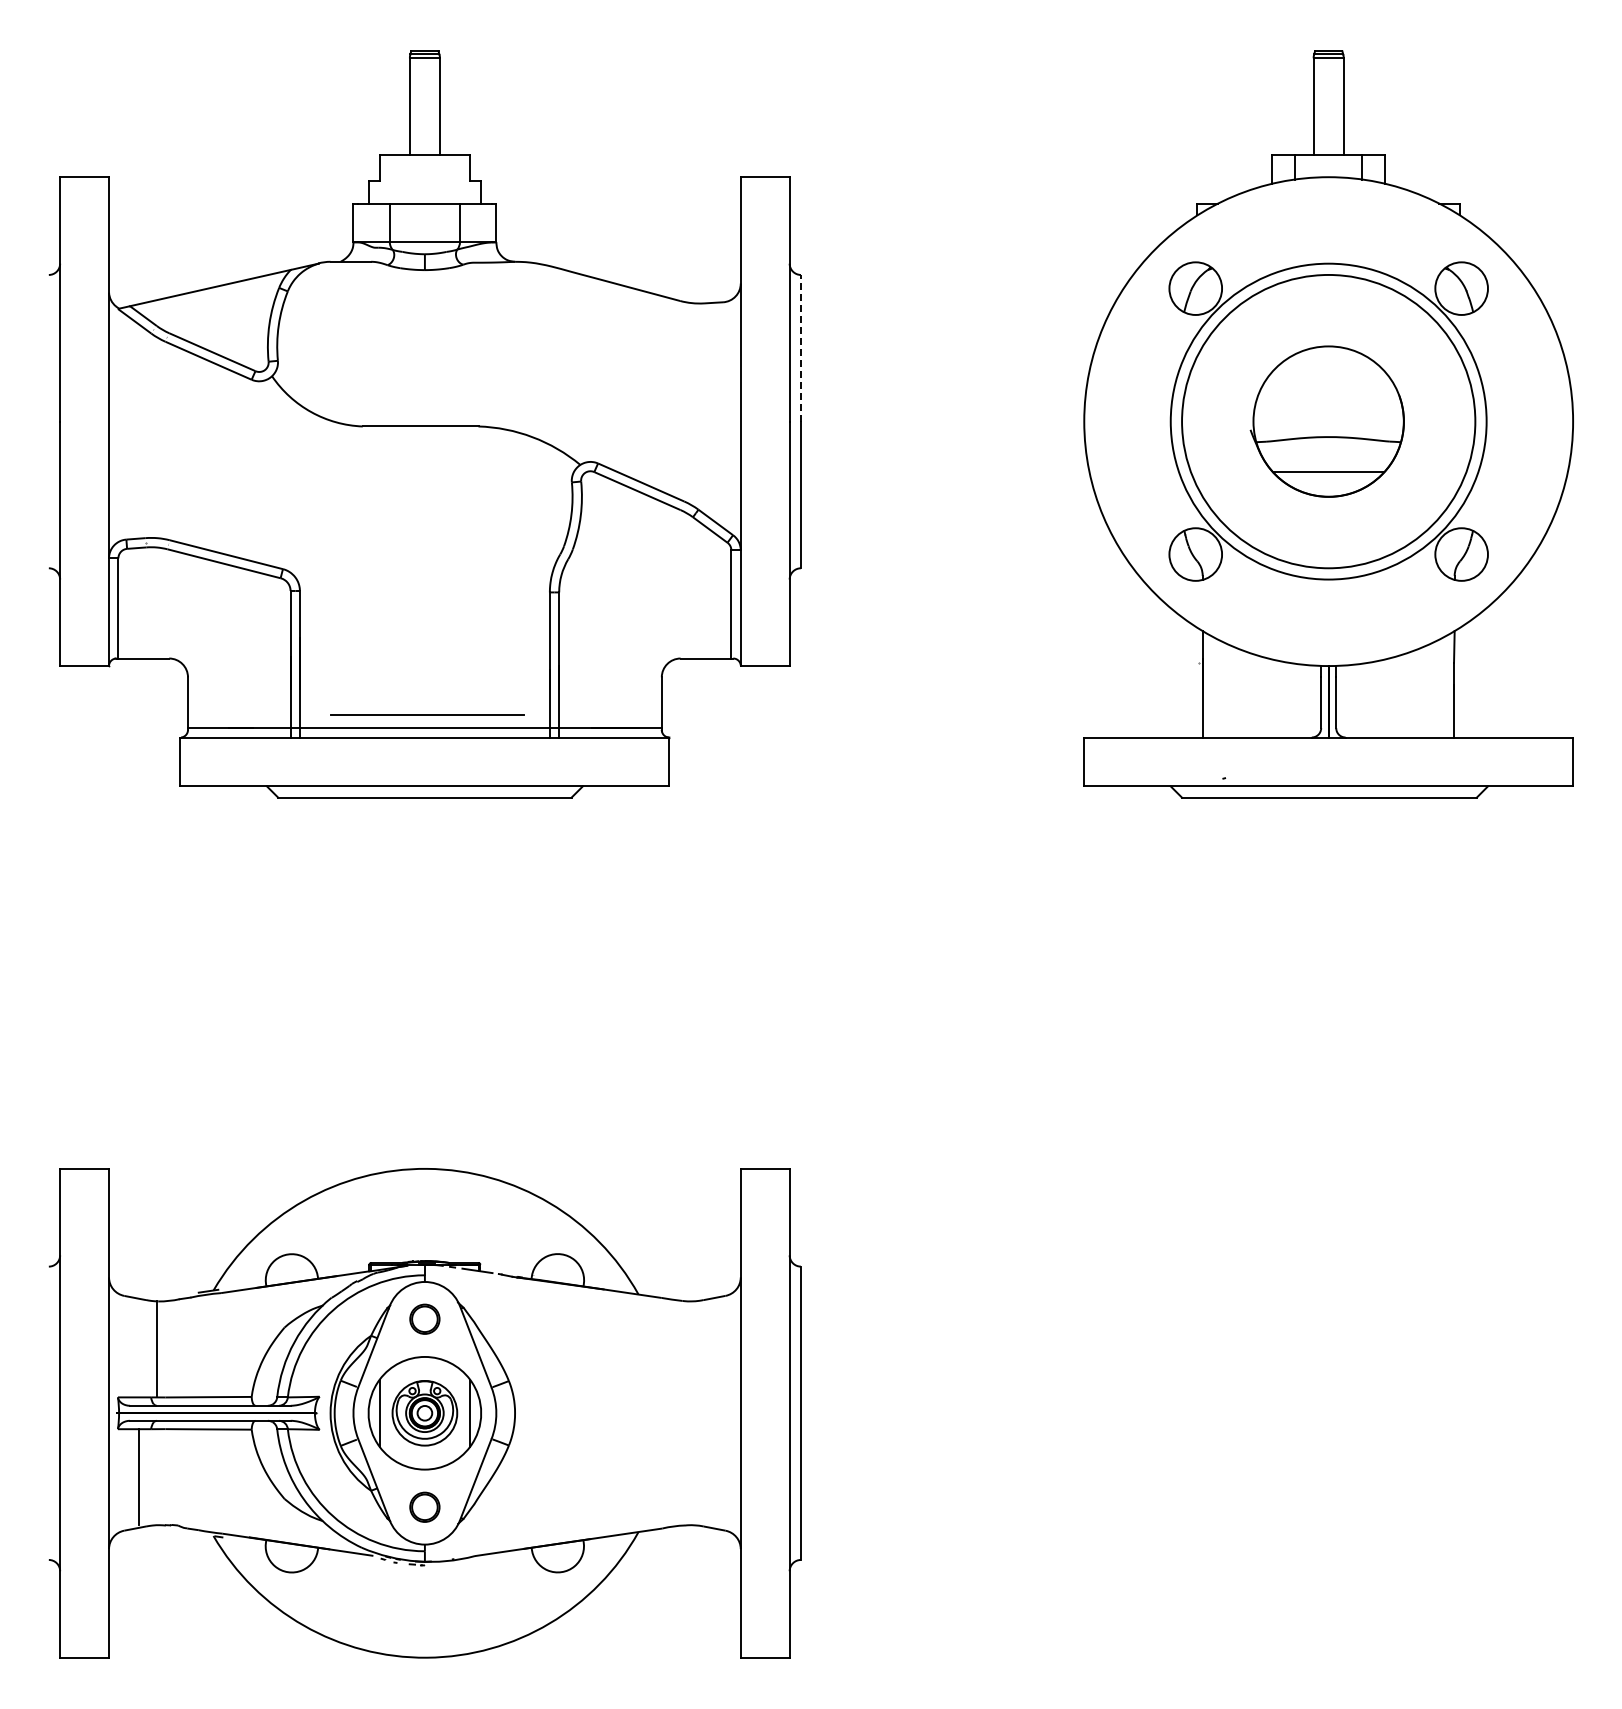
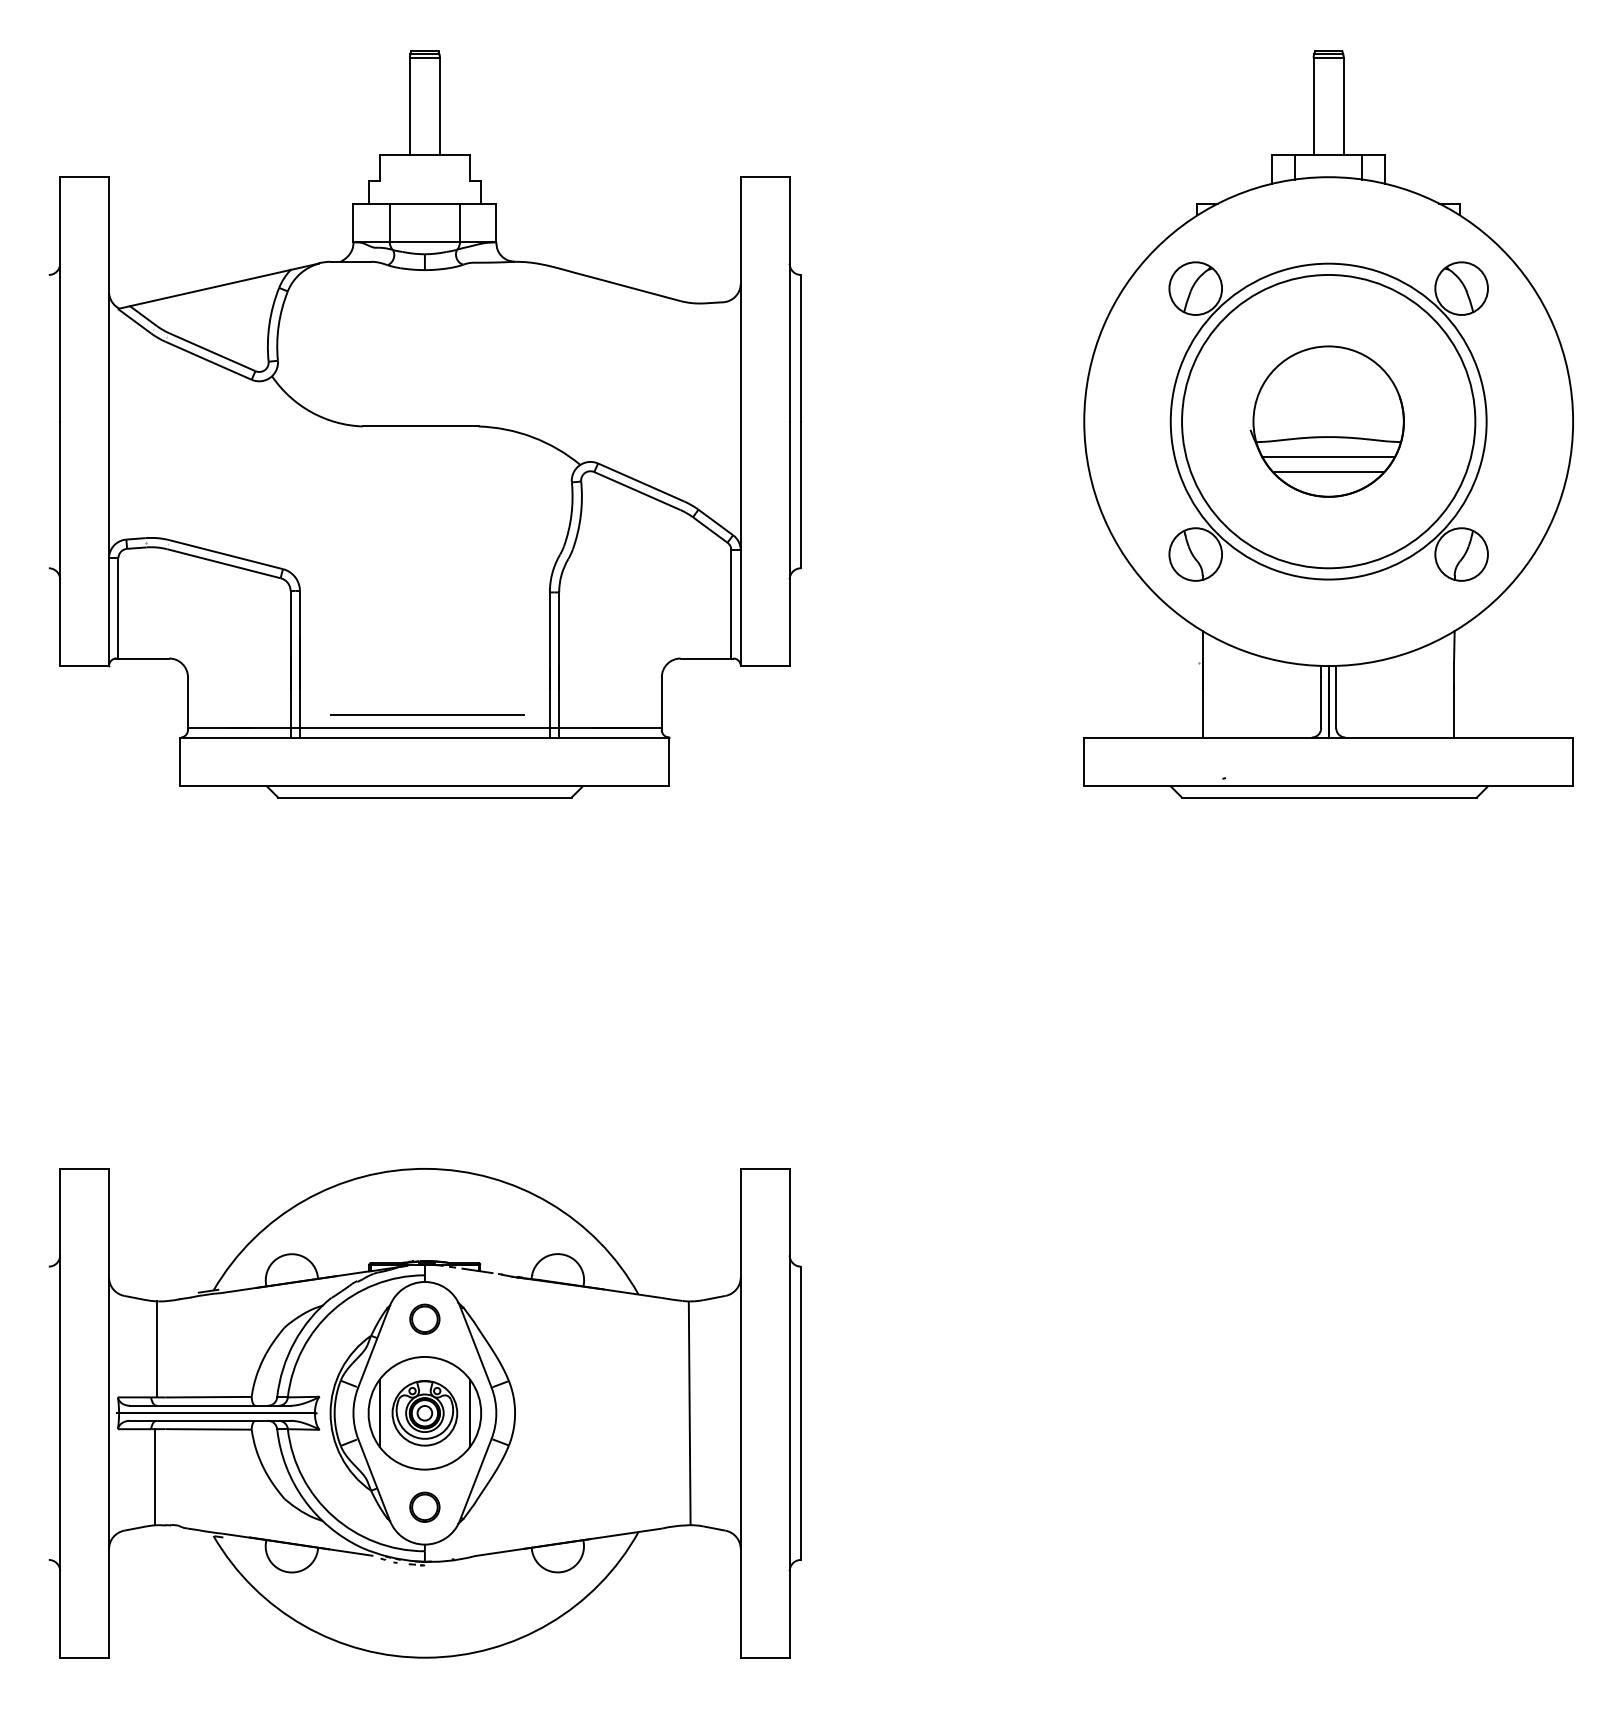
line at (800, 347): dashed -> solid
line at (1328, 456): none -> present
line at (689, 1413): none -> present
line at (139, 1476) position: (139, 1476) -> (155, 1476)
